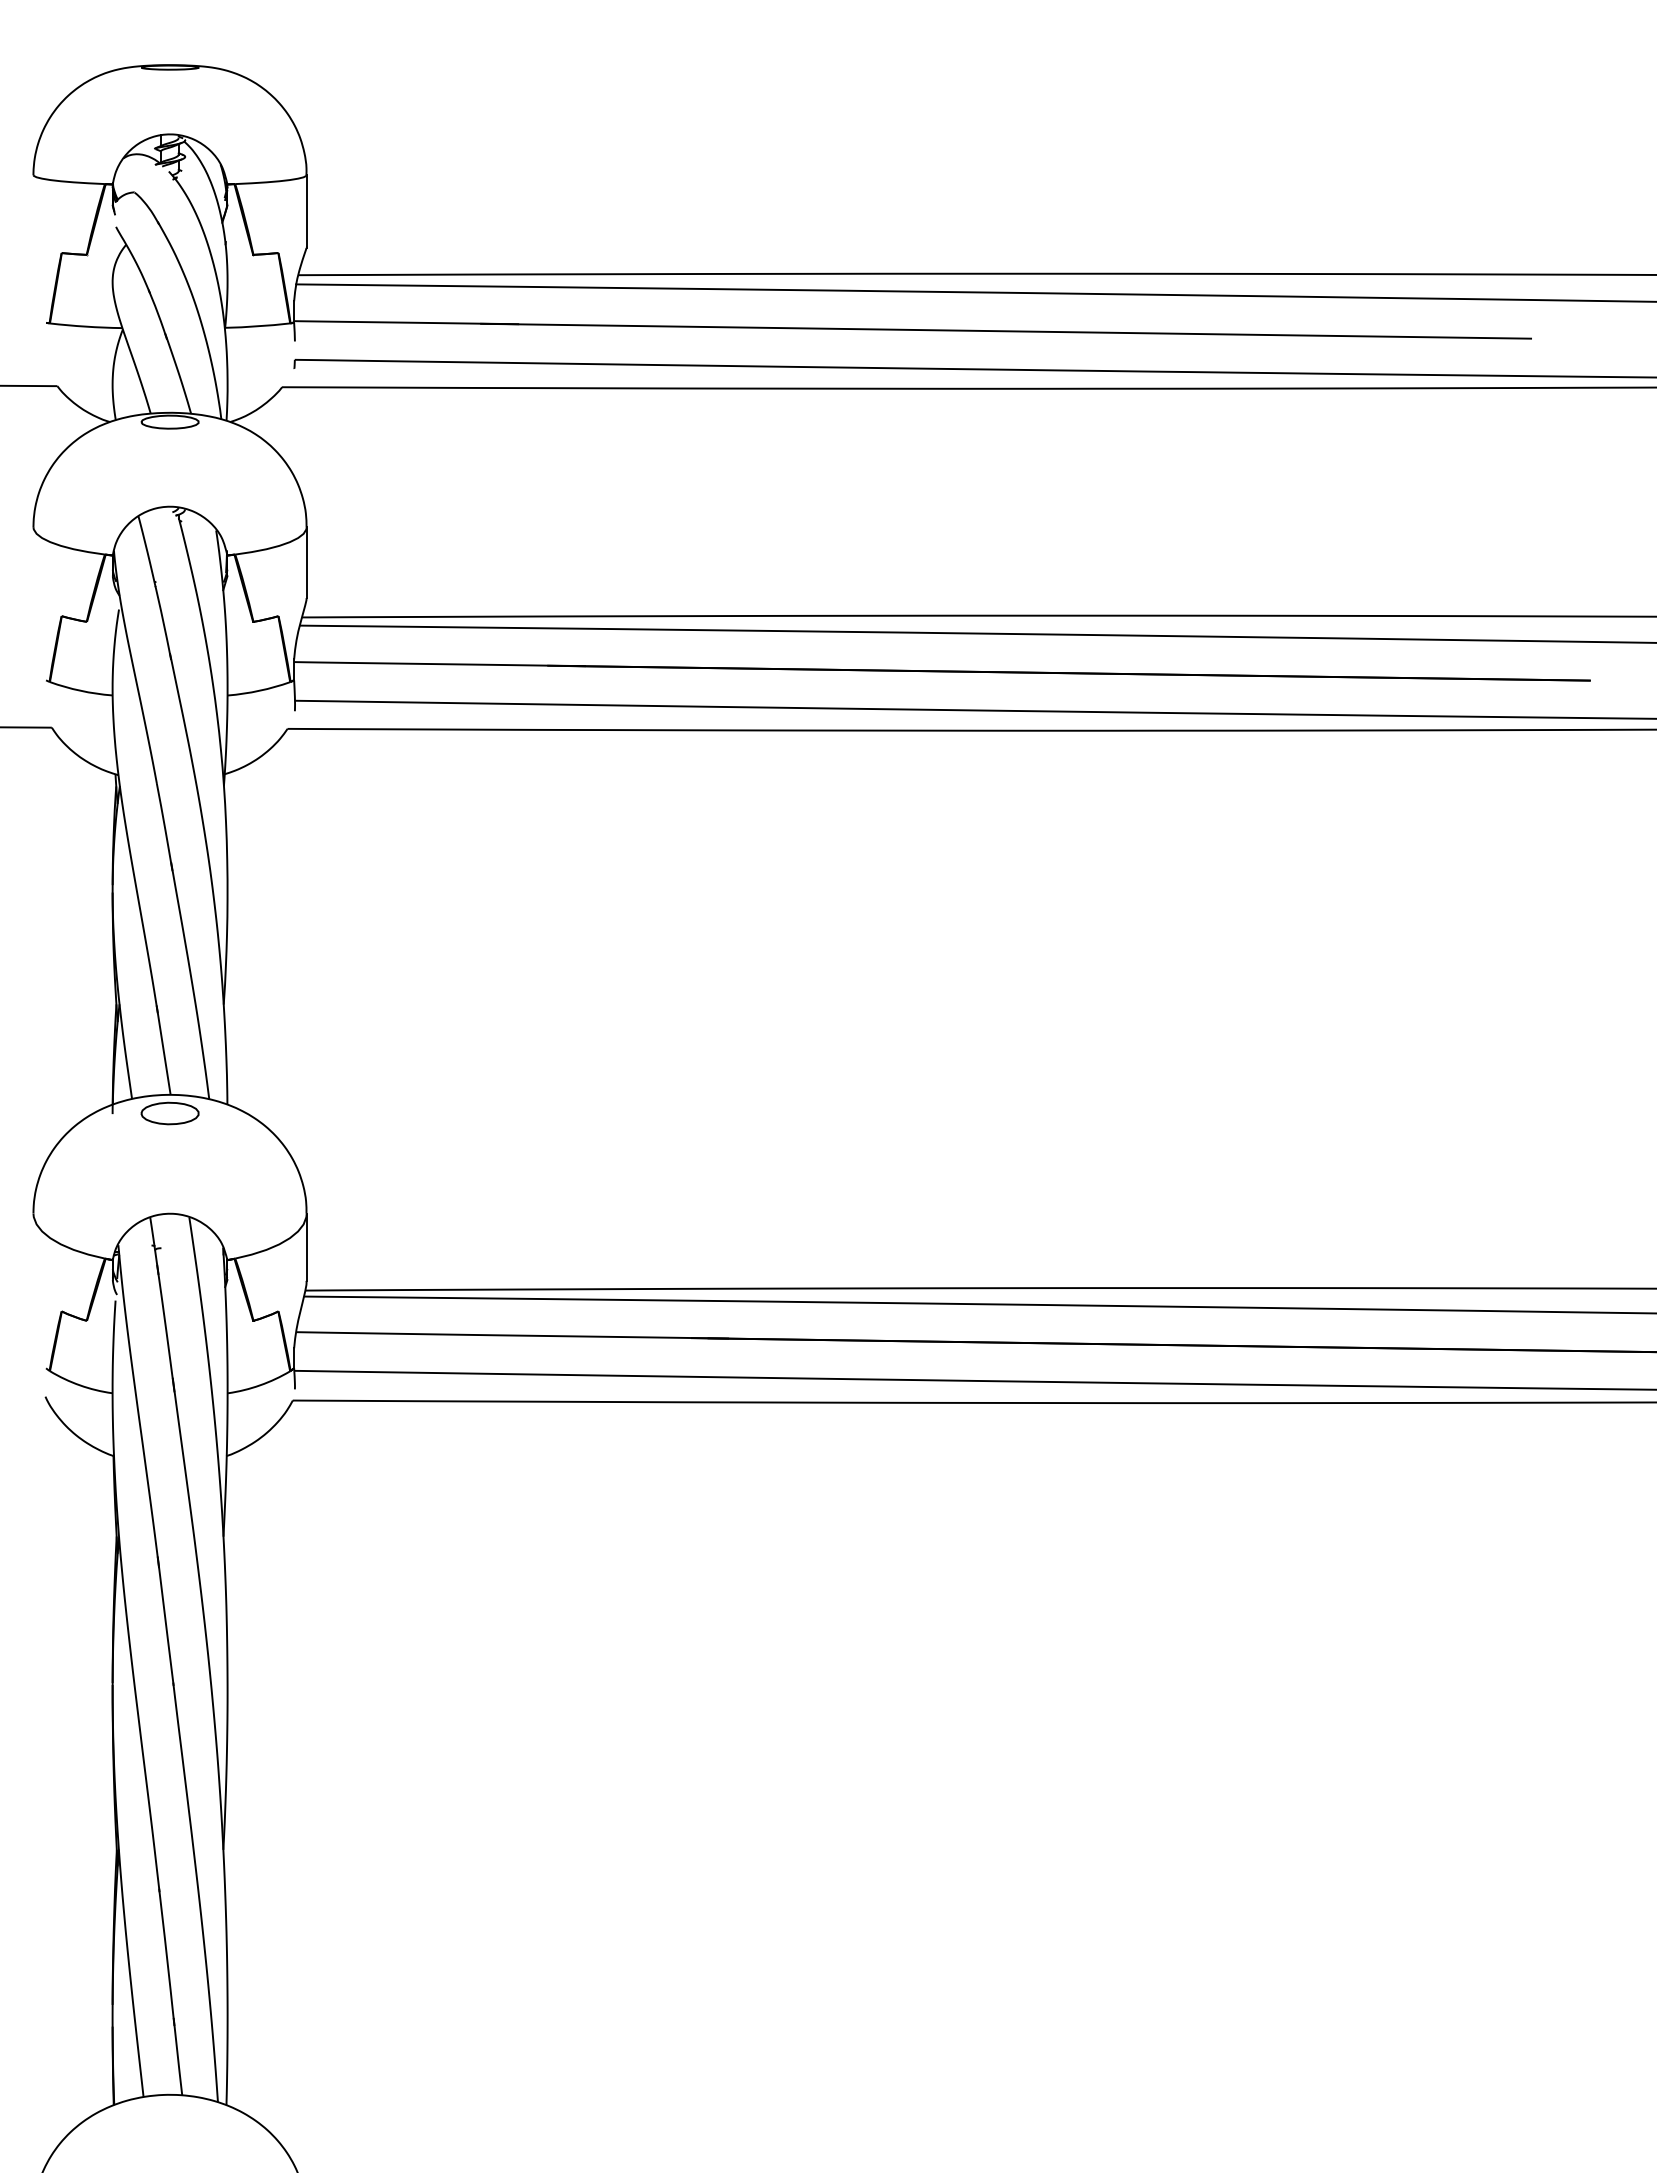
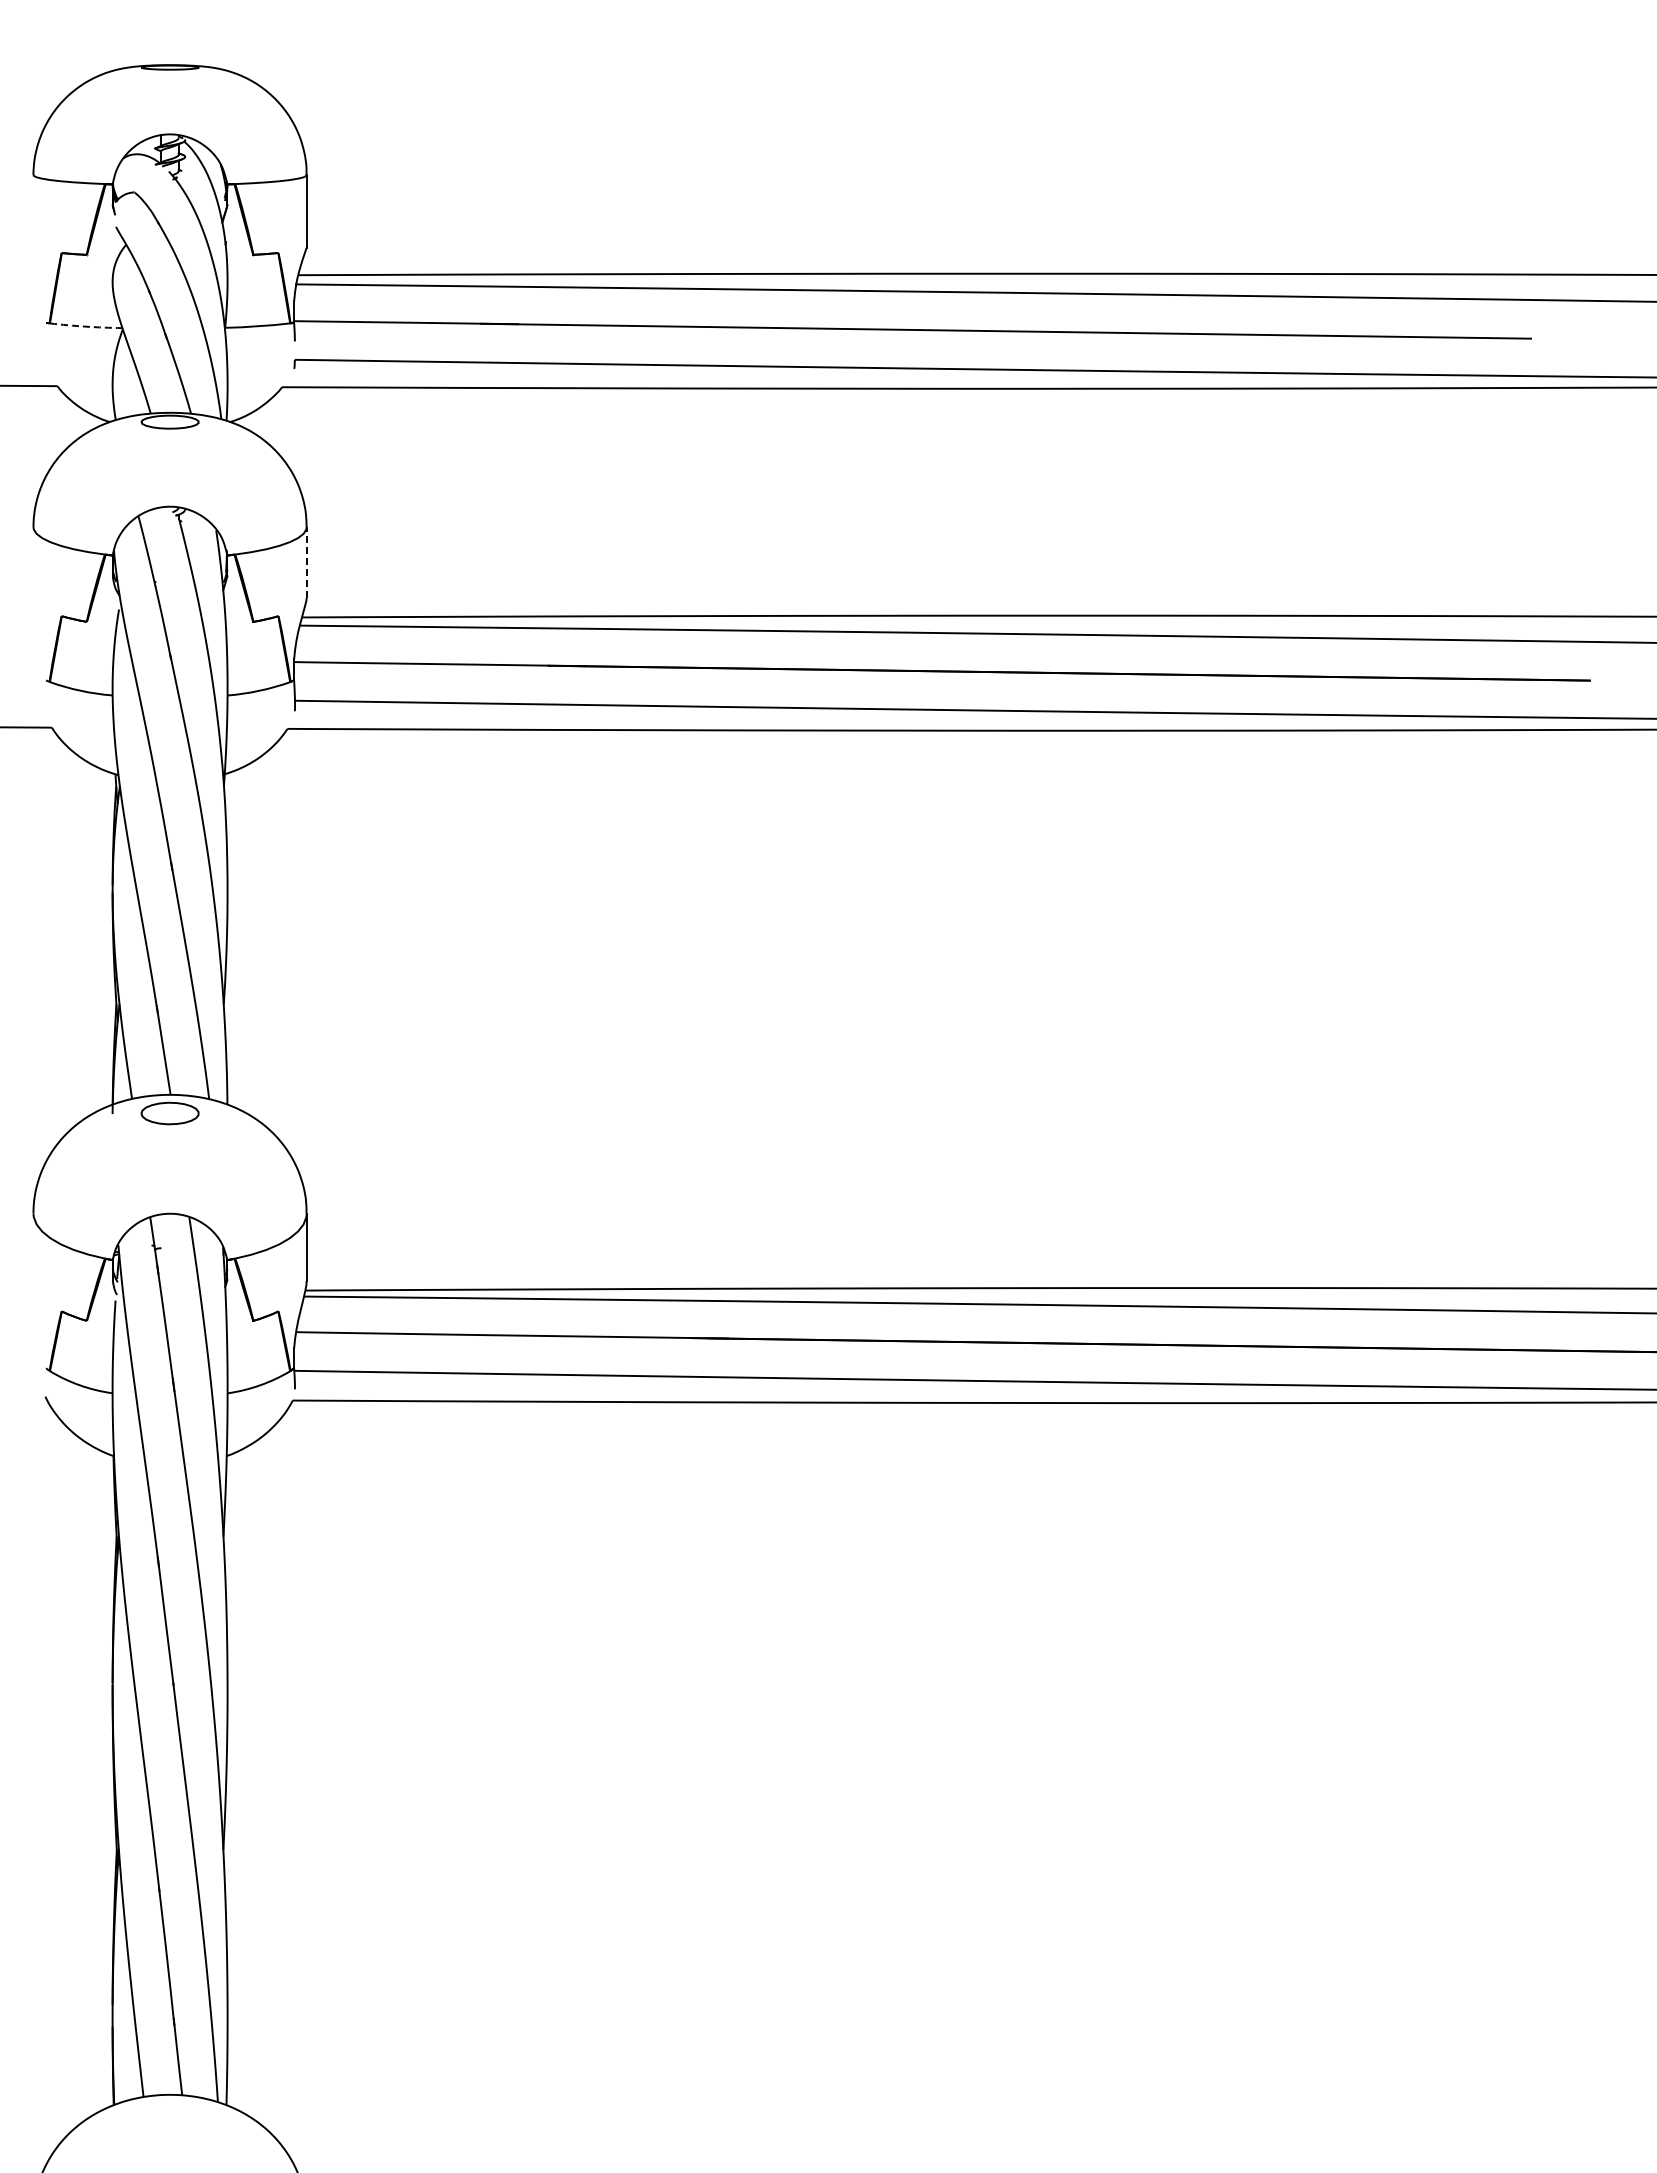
arc at (85, 326): solid -> dashed
line at (306, 562): solid -> dashed
